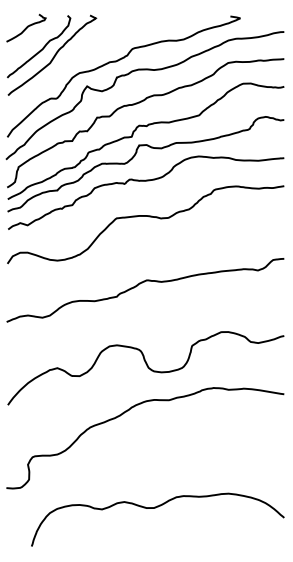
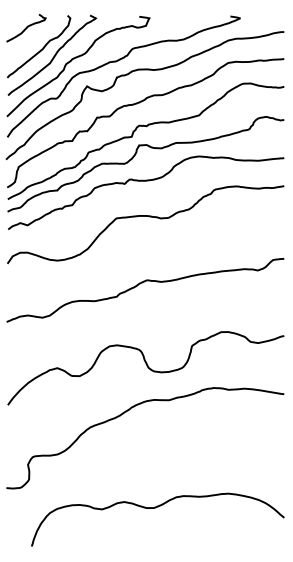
curve at (74, 59): none -> present
